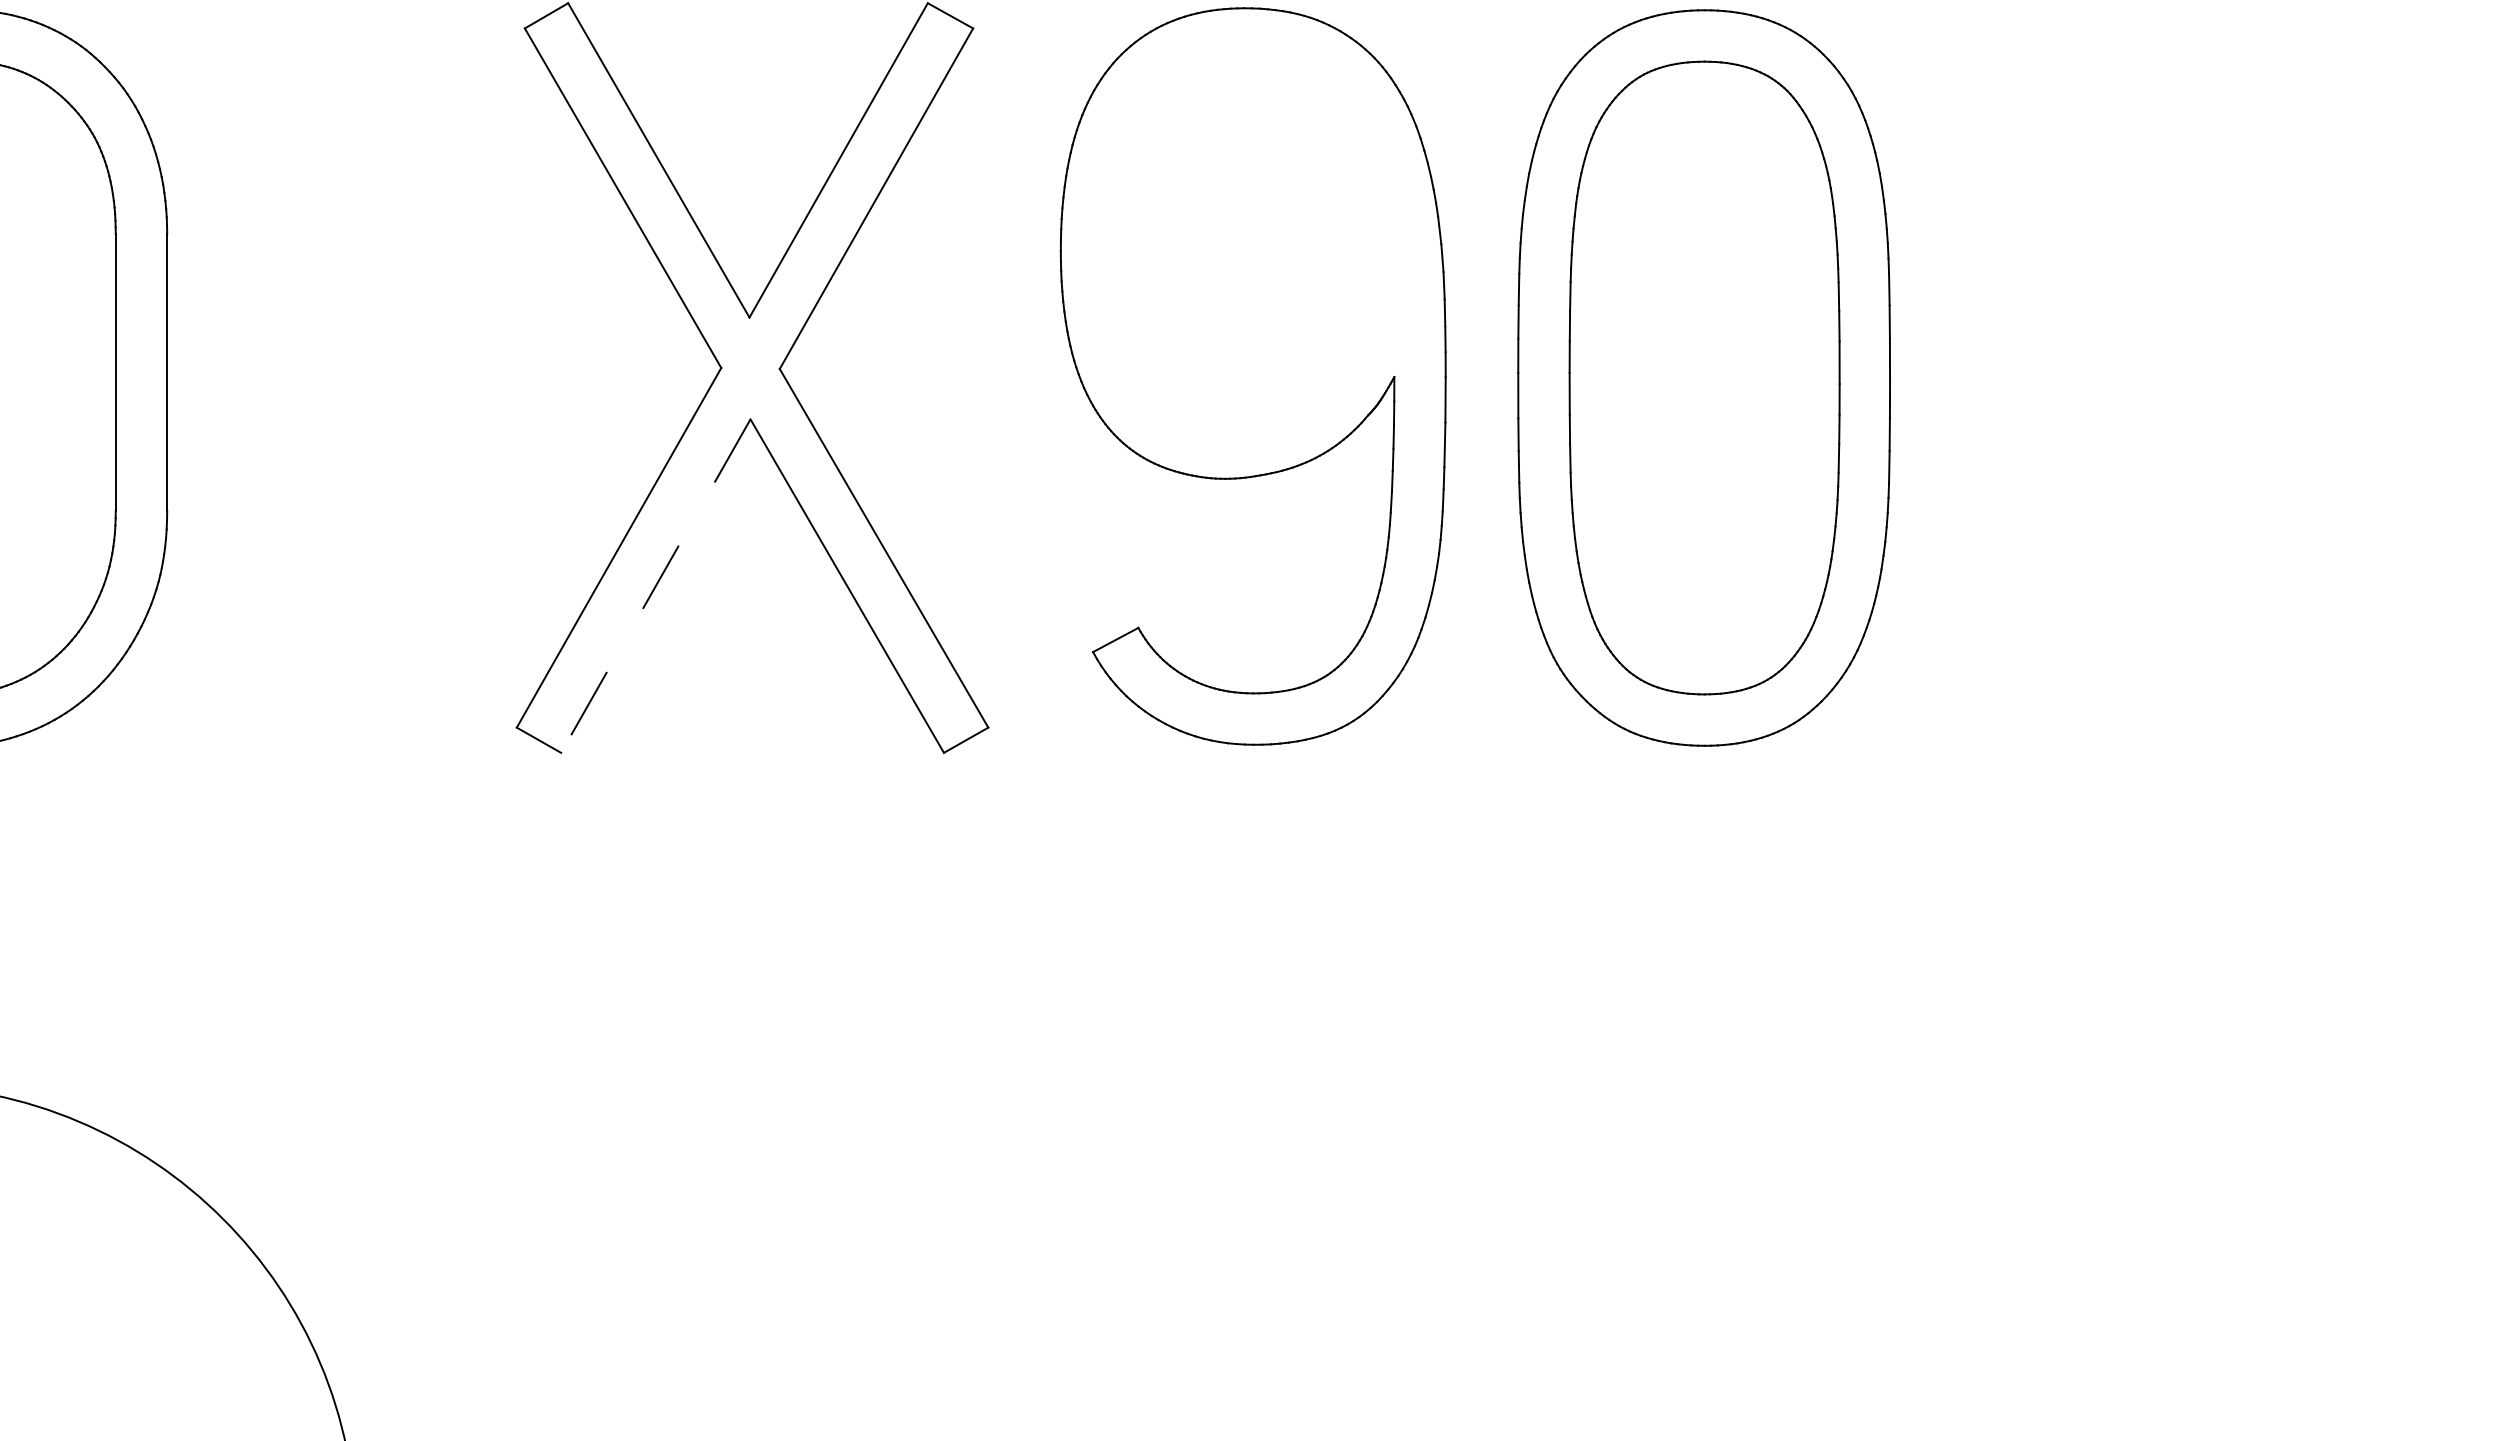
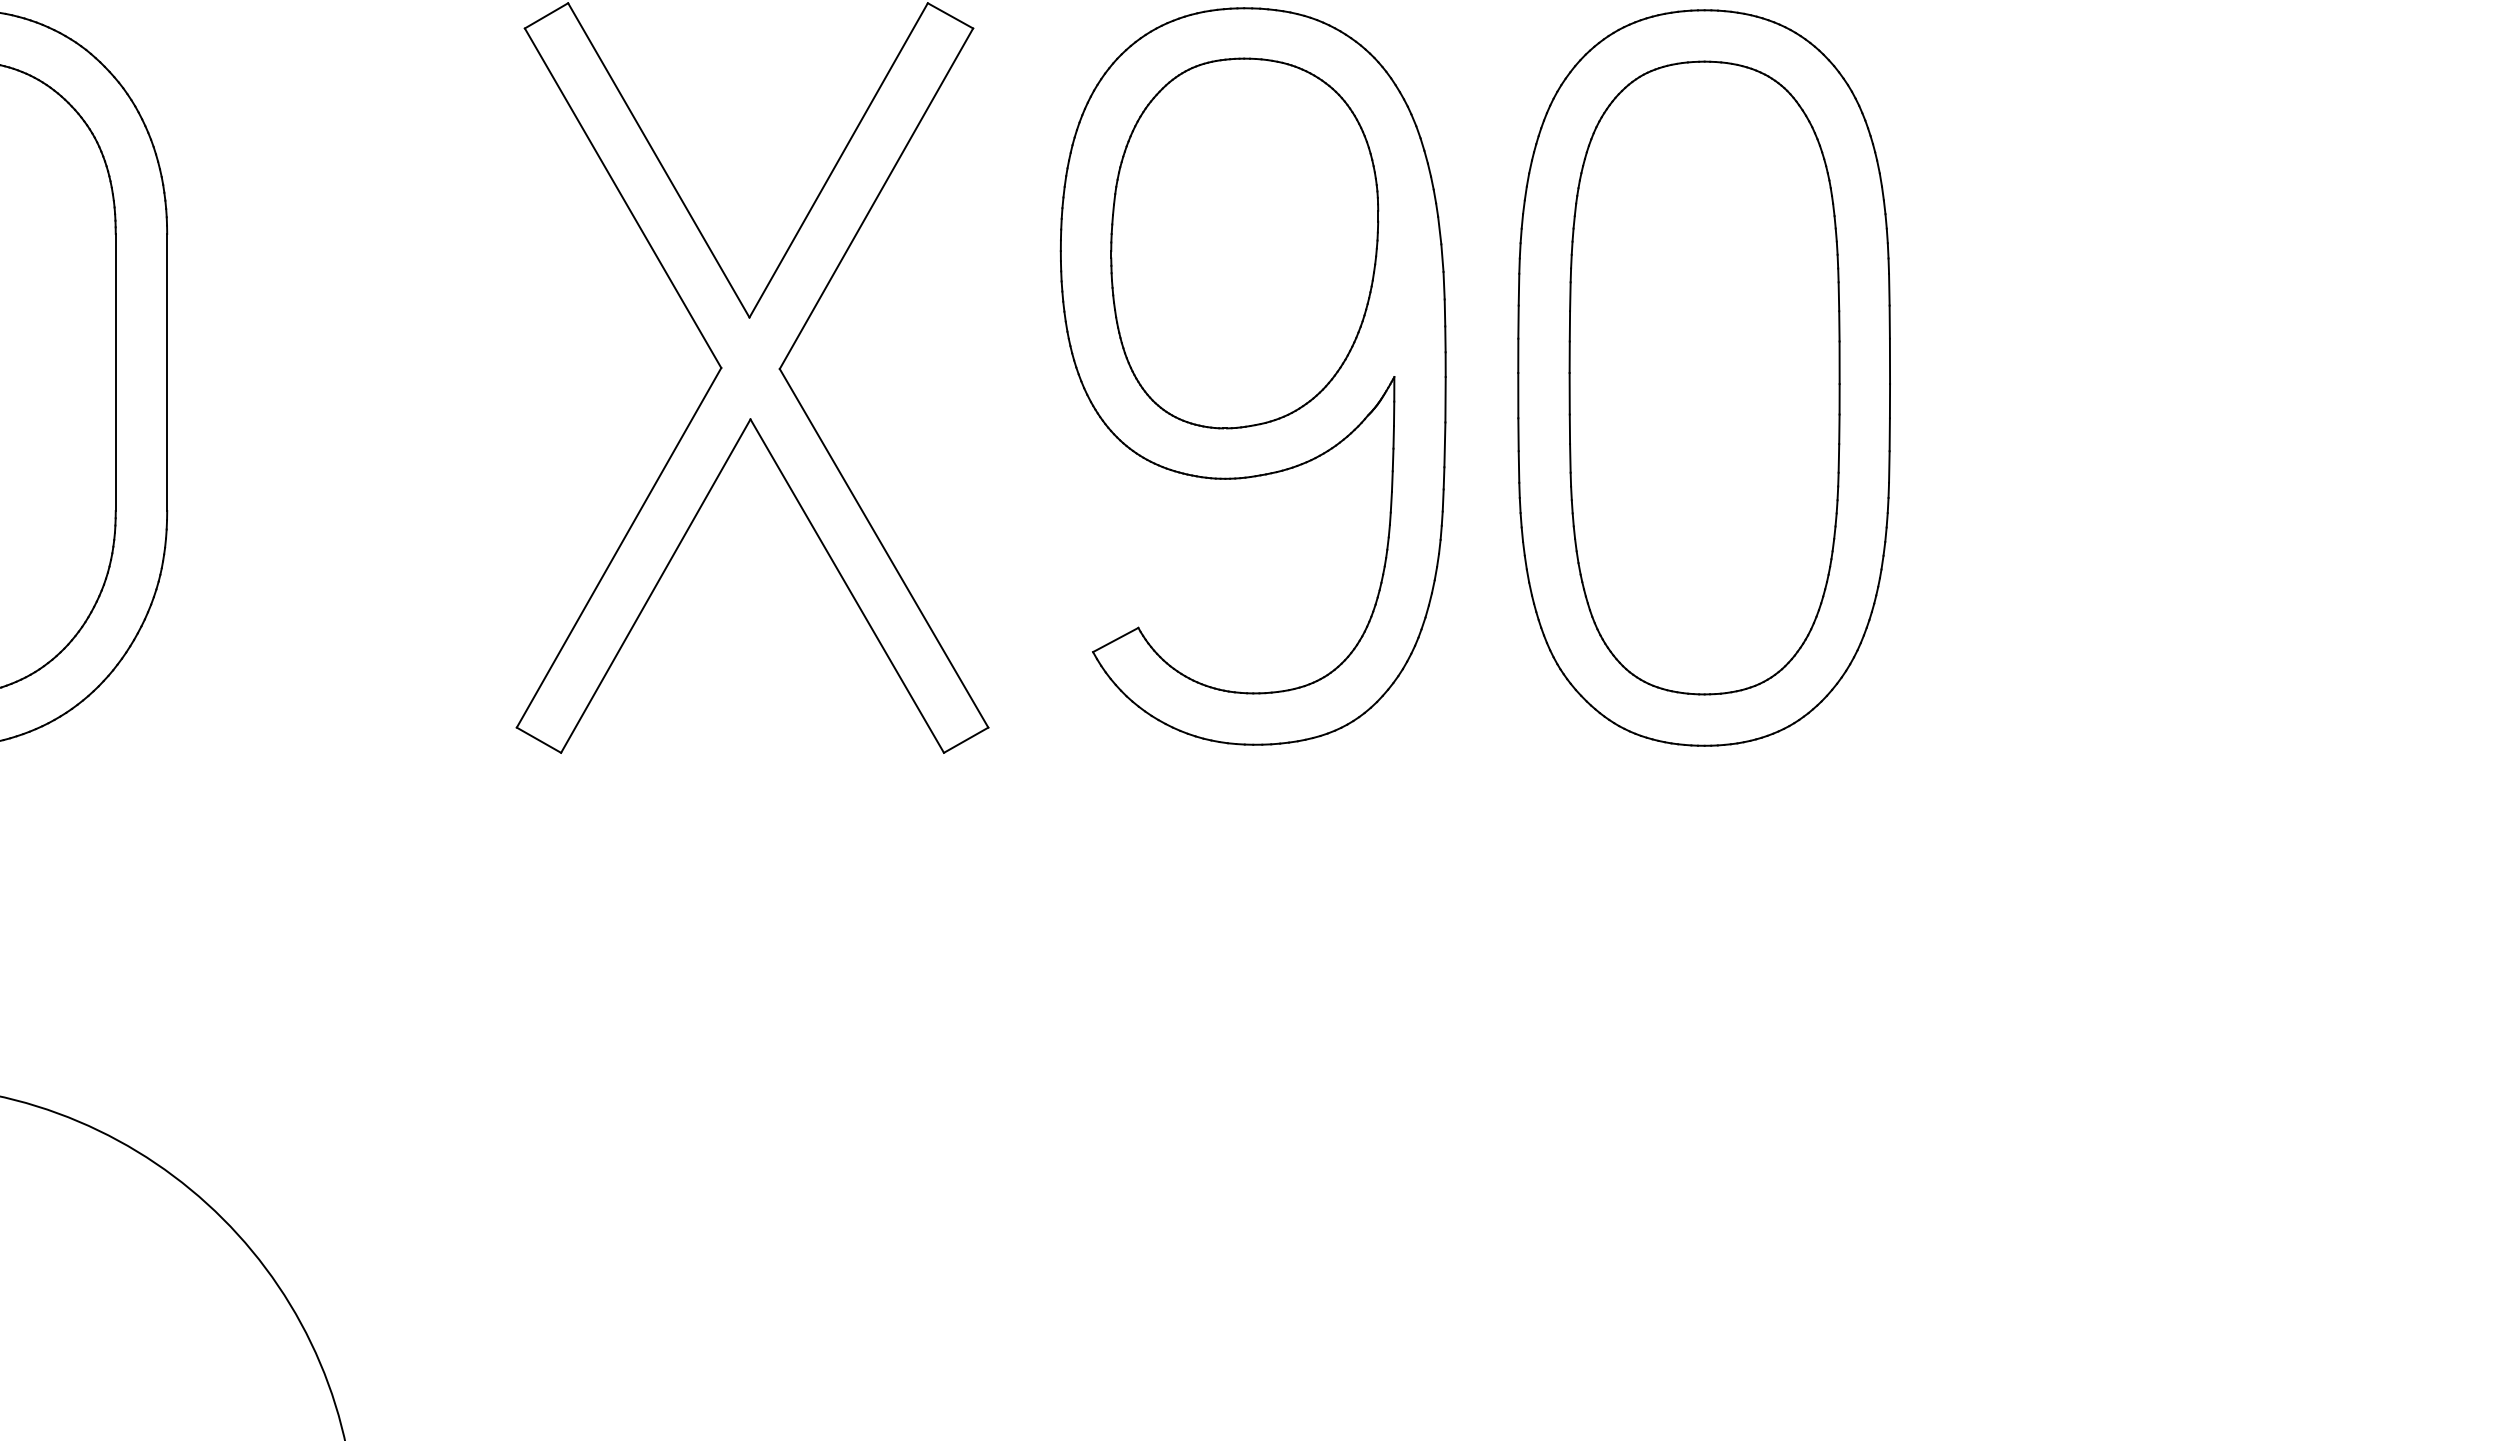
part at (1244, 243): none -> present
line at (655, 586): dashed -> solid
